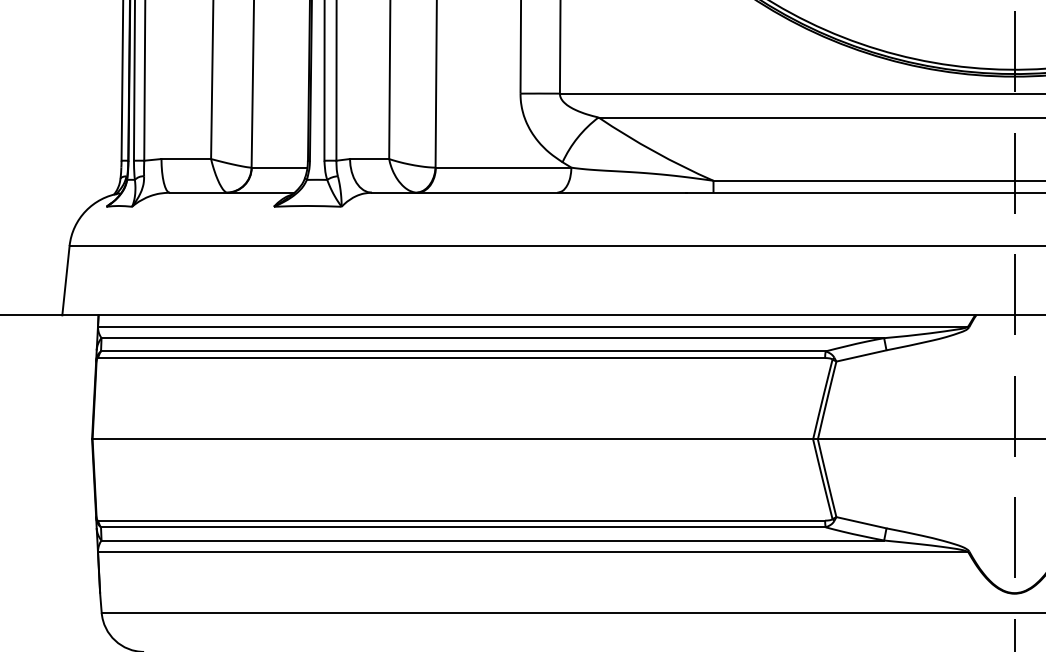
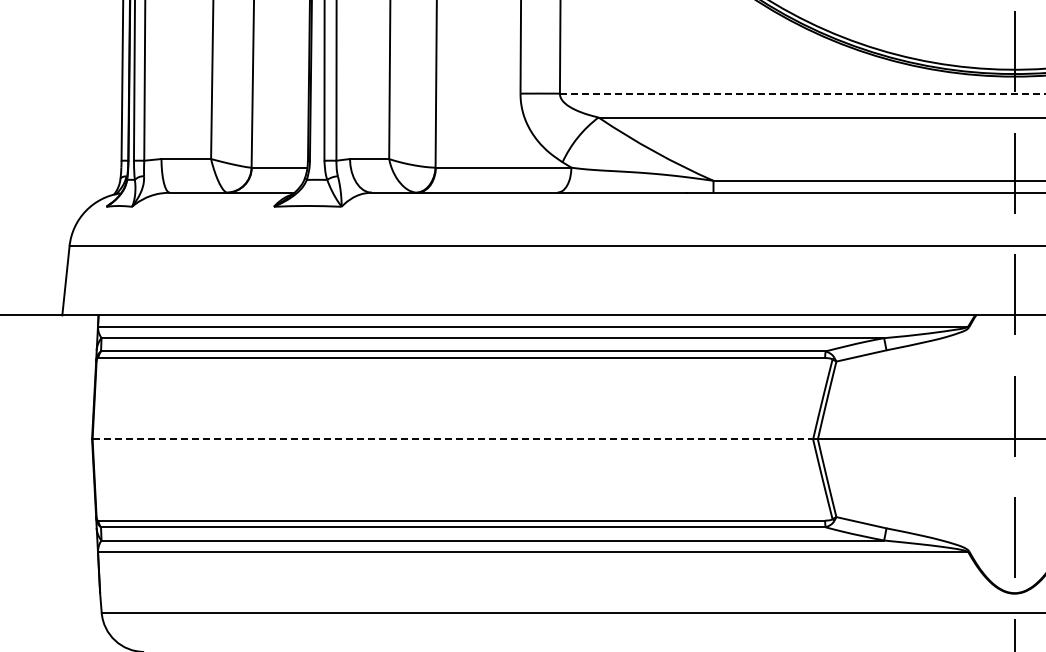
line at (802, 93): solid -> dashed
line at (453, 439): solid -> dashed
